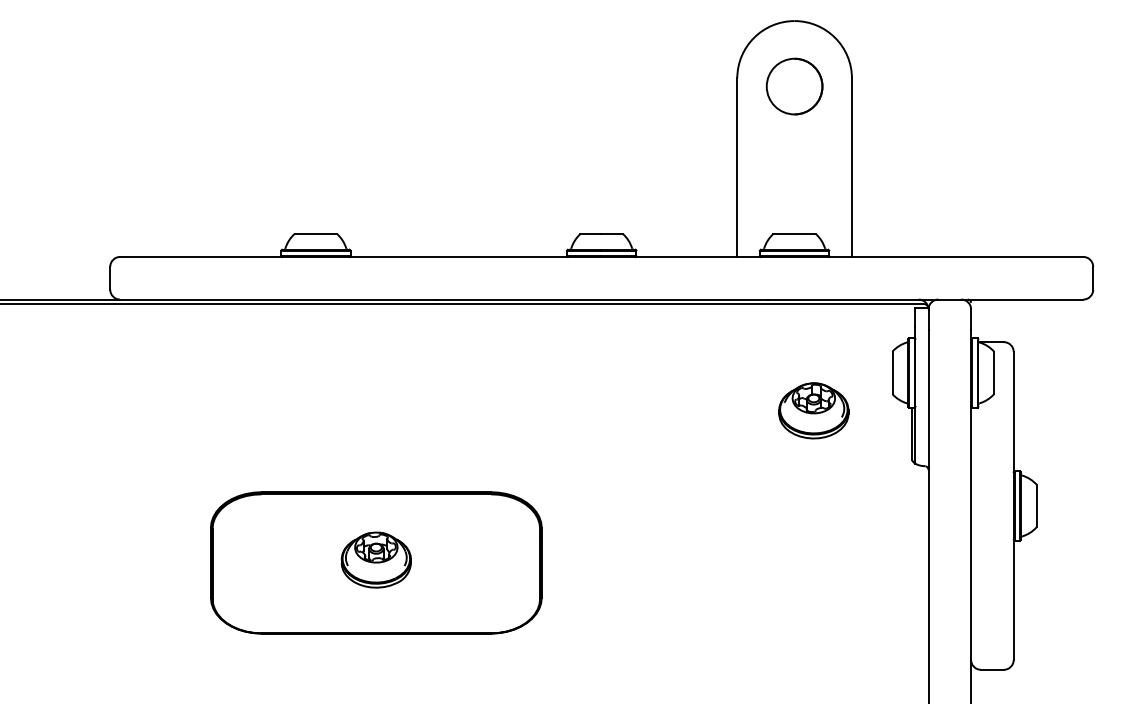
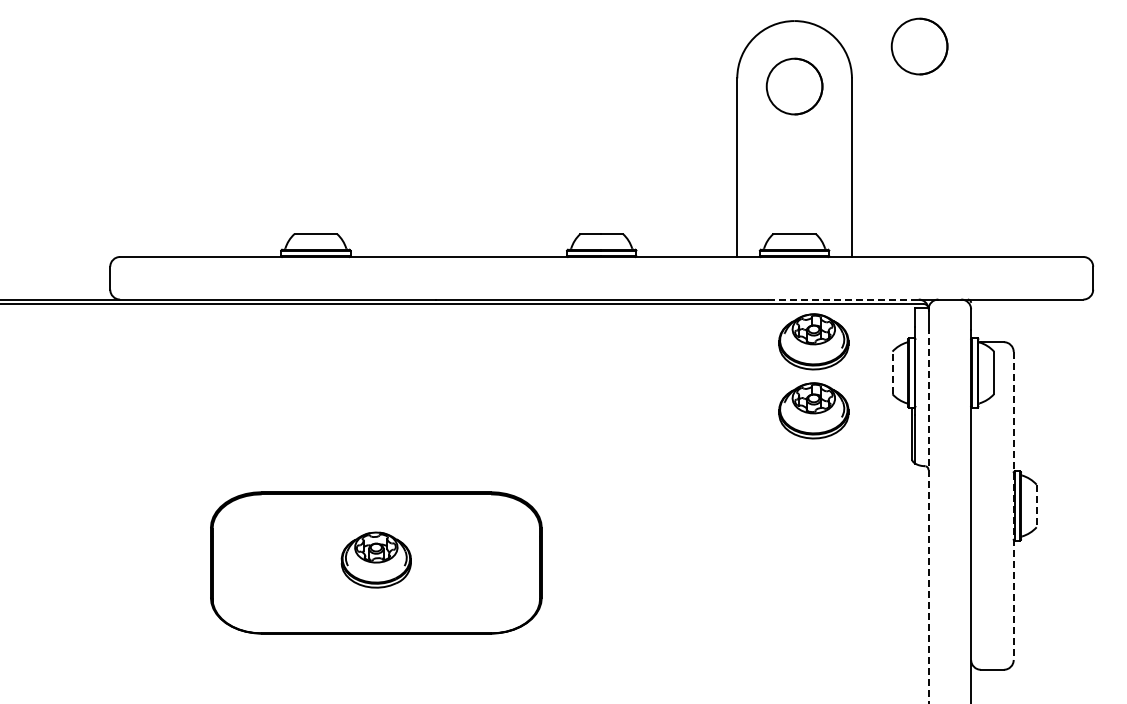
part at (919, 46): none -> present
line at (843, 299): solid -> dashed
part at (813, 341): none -> present
line at (892, 372): solid -> dashed
line at (1013, 505): solid -> dashed
line at (1036, 506): solid -> dashed
line at (928, 516): solid -> dashed
